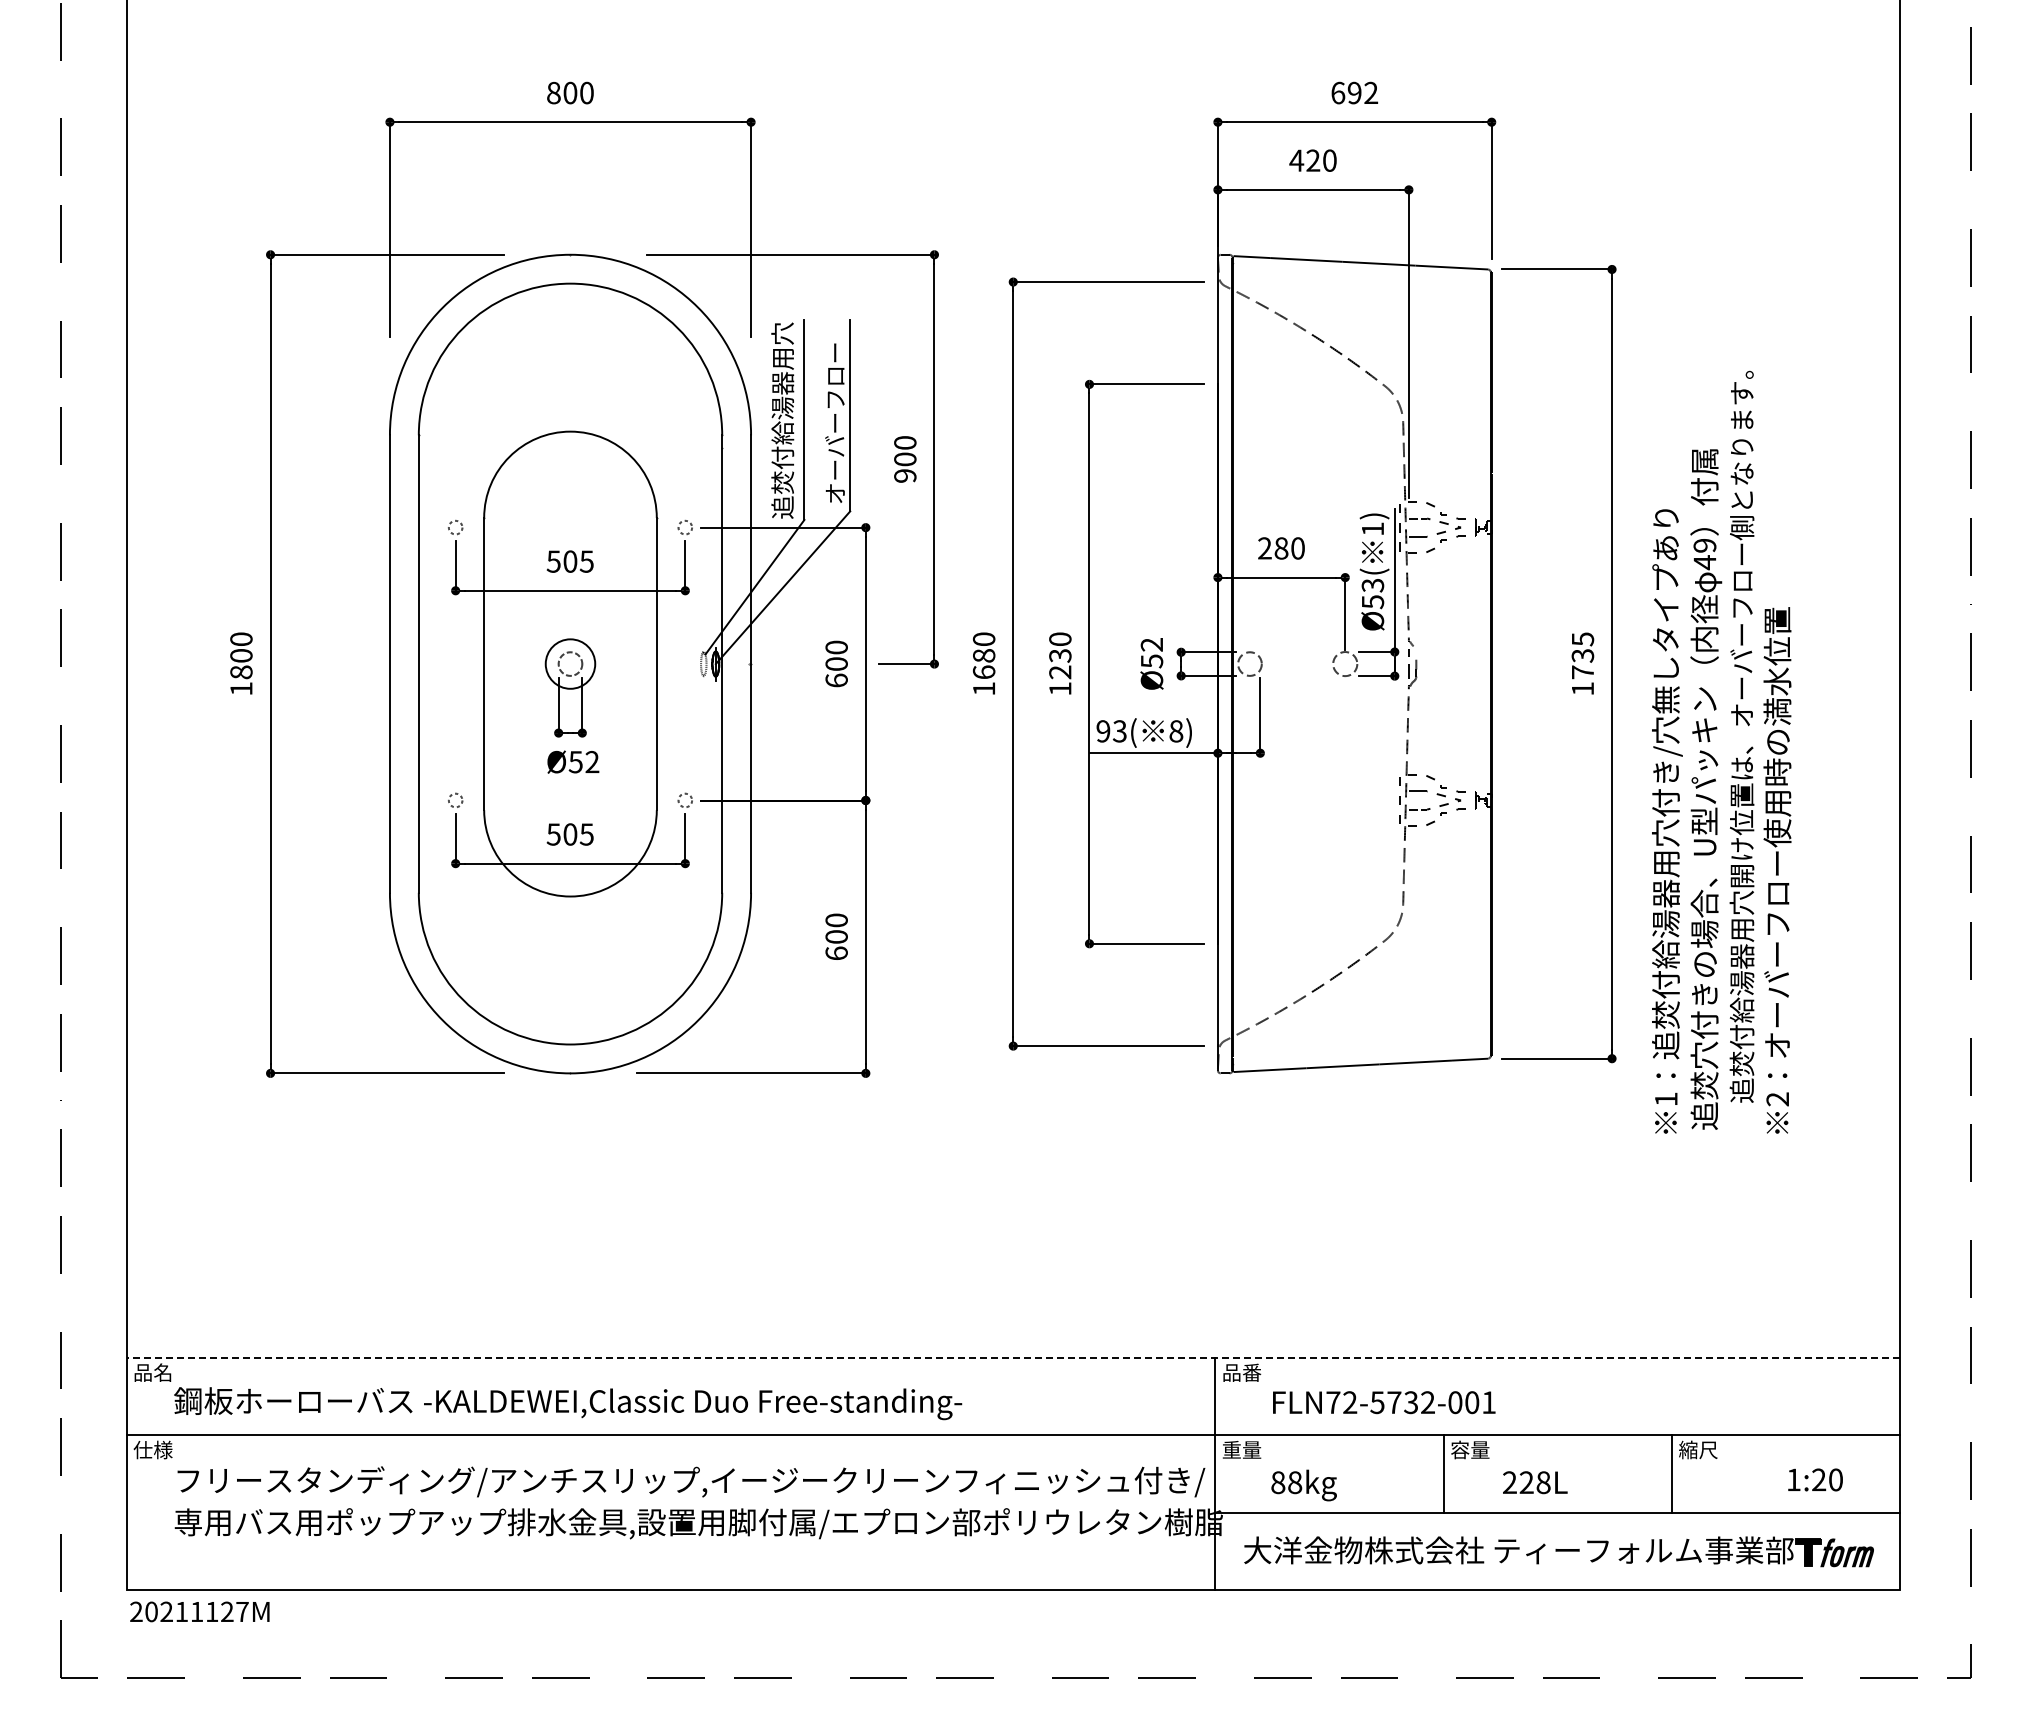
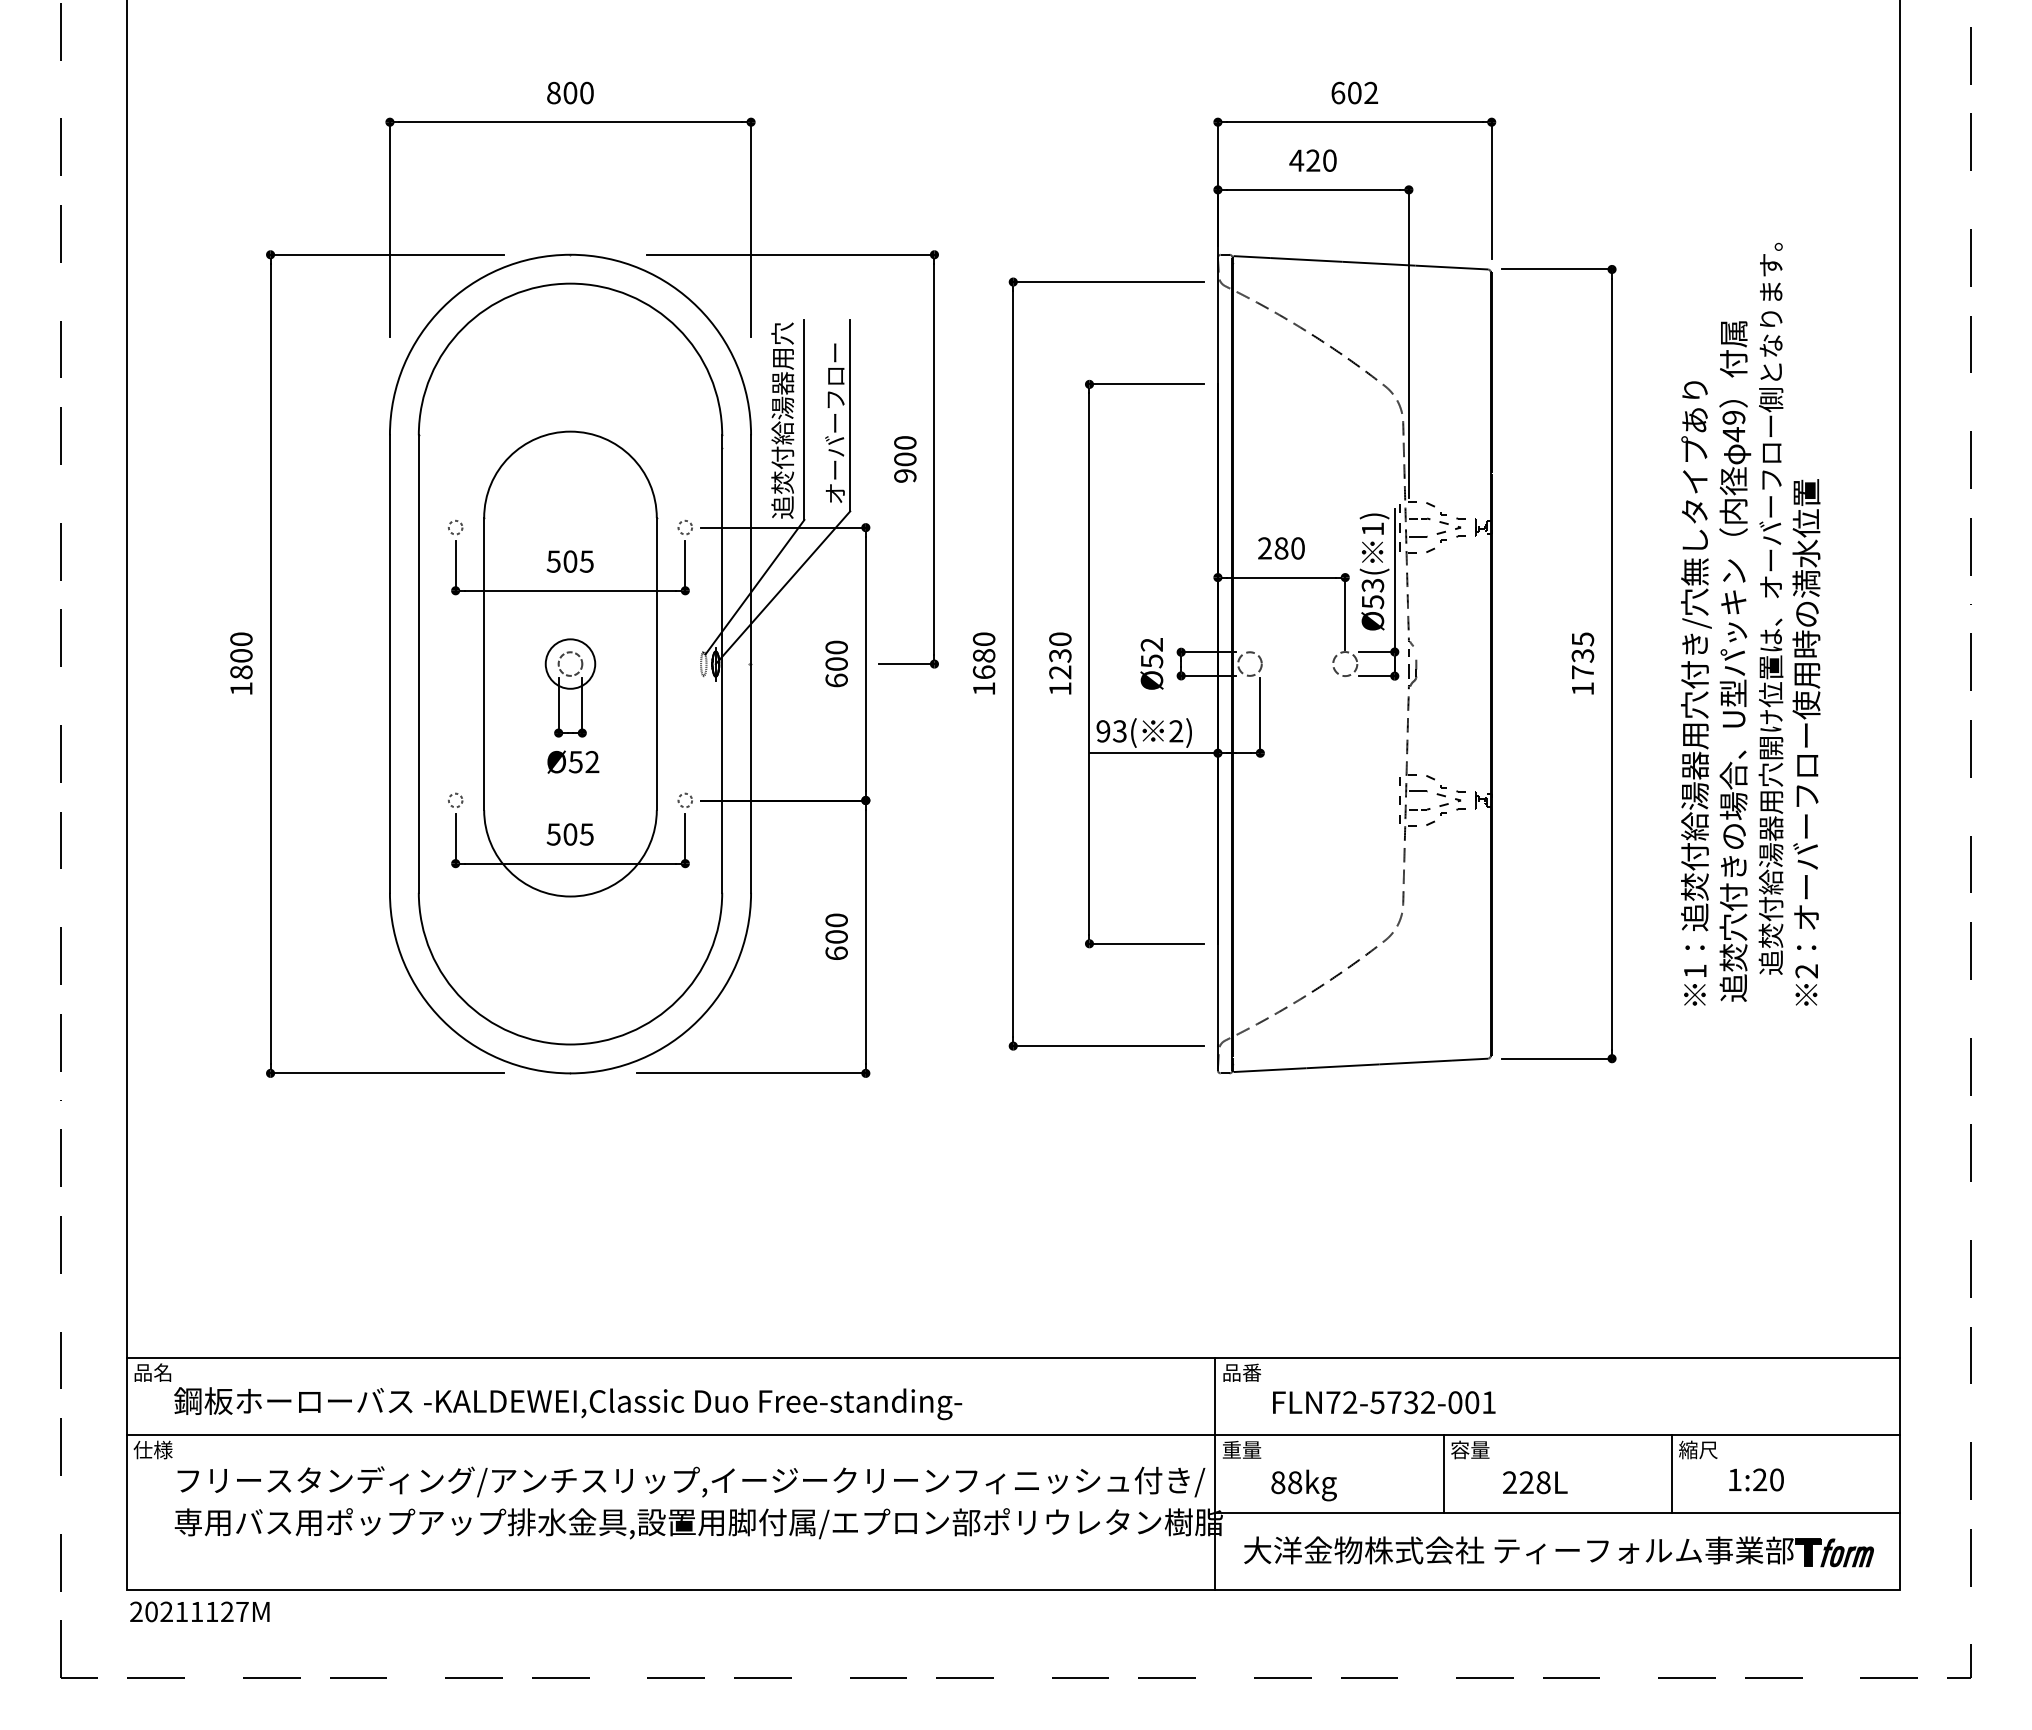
text at (1354, 93): 692 -> 602
text at (1176, 731): 8) -> 2)
text at (1721, 751) position: (1721, 751) -> (1750, 623)
line at (1013, 1357): dashed -> solid
text at (1815, 1479) position: (1815, 1479) -> (1756, 1479)
